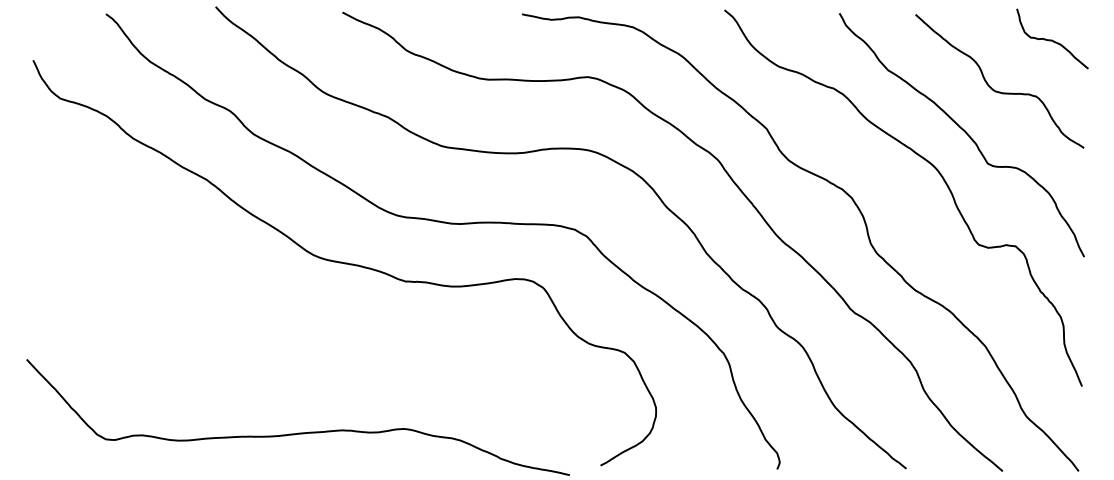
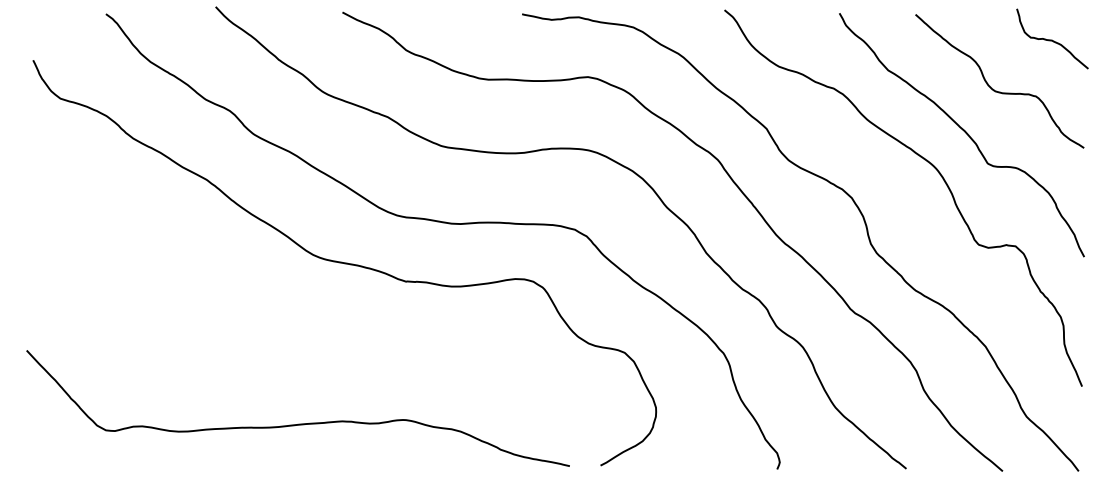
curve at (298, 432) position: (298, 432) -> (298, 423)
